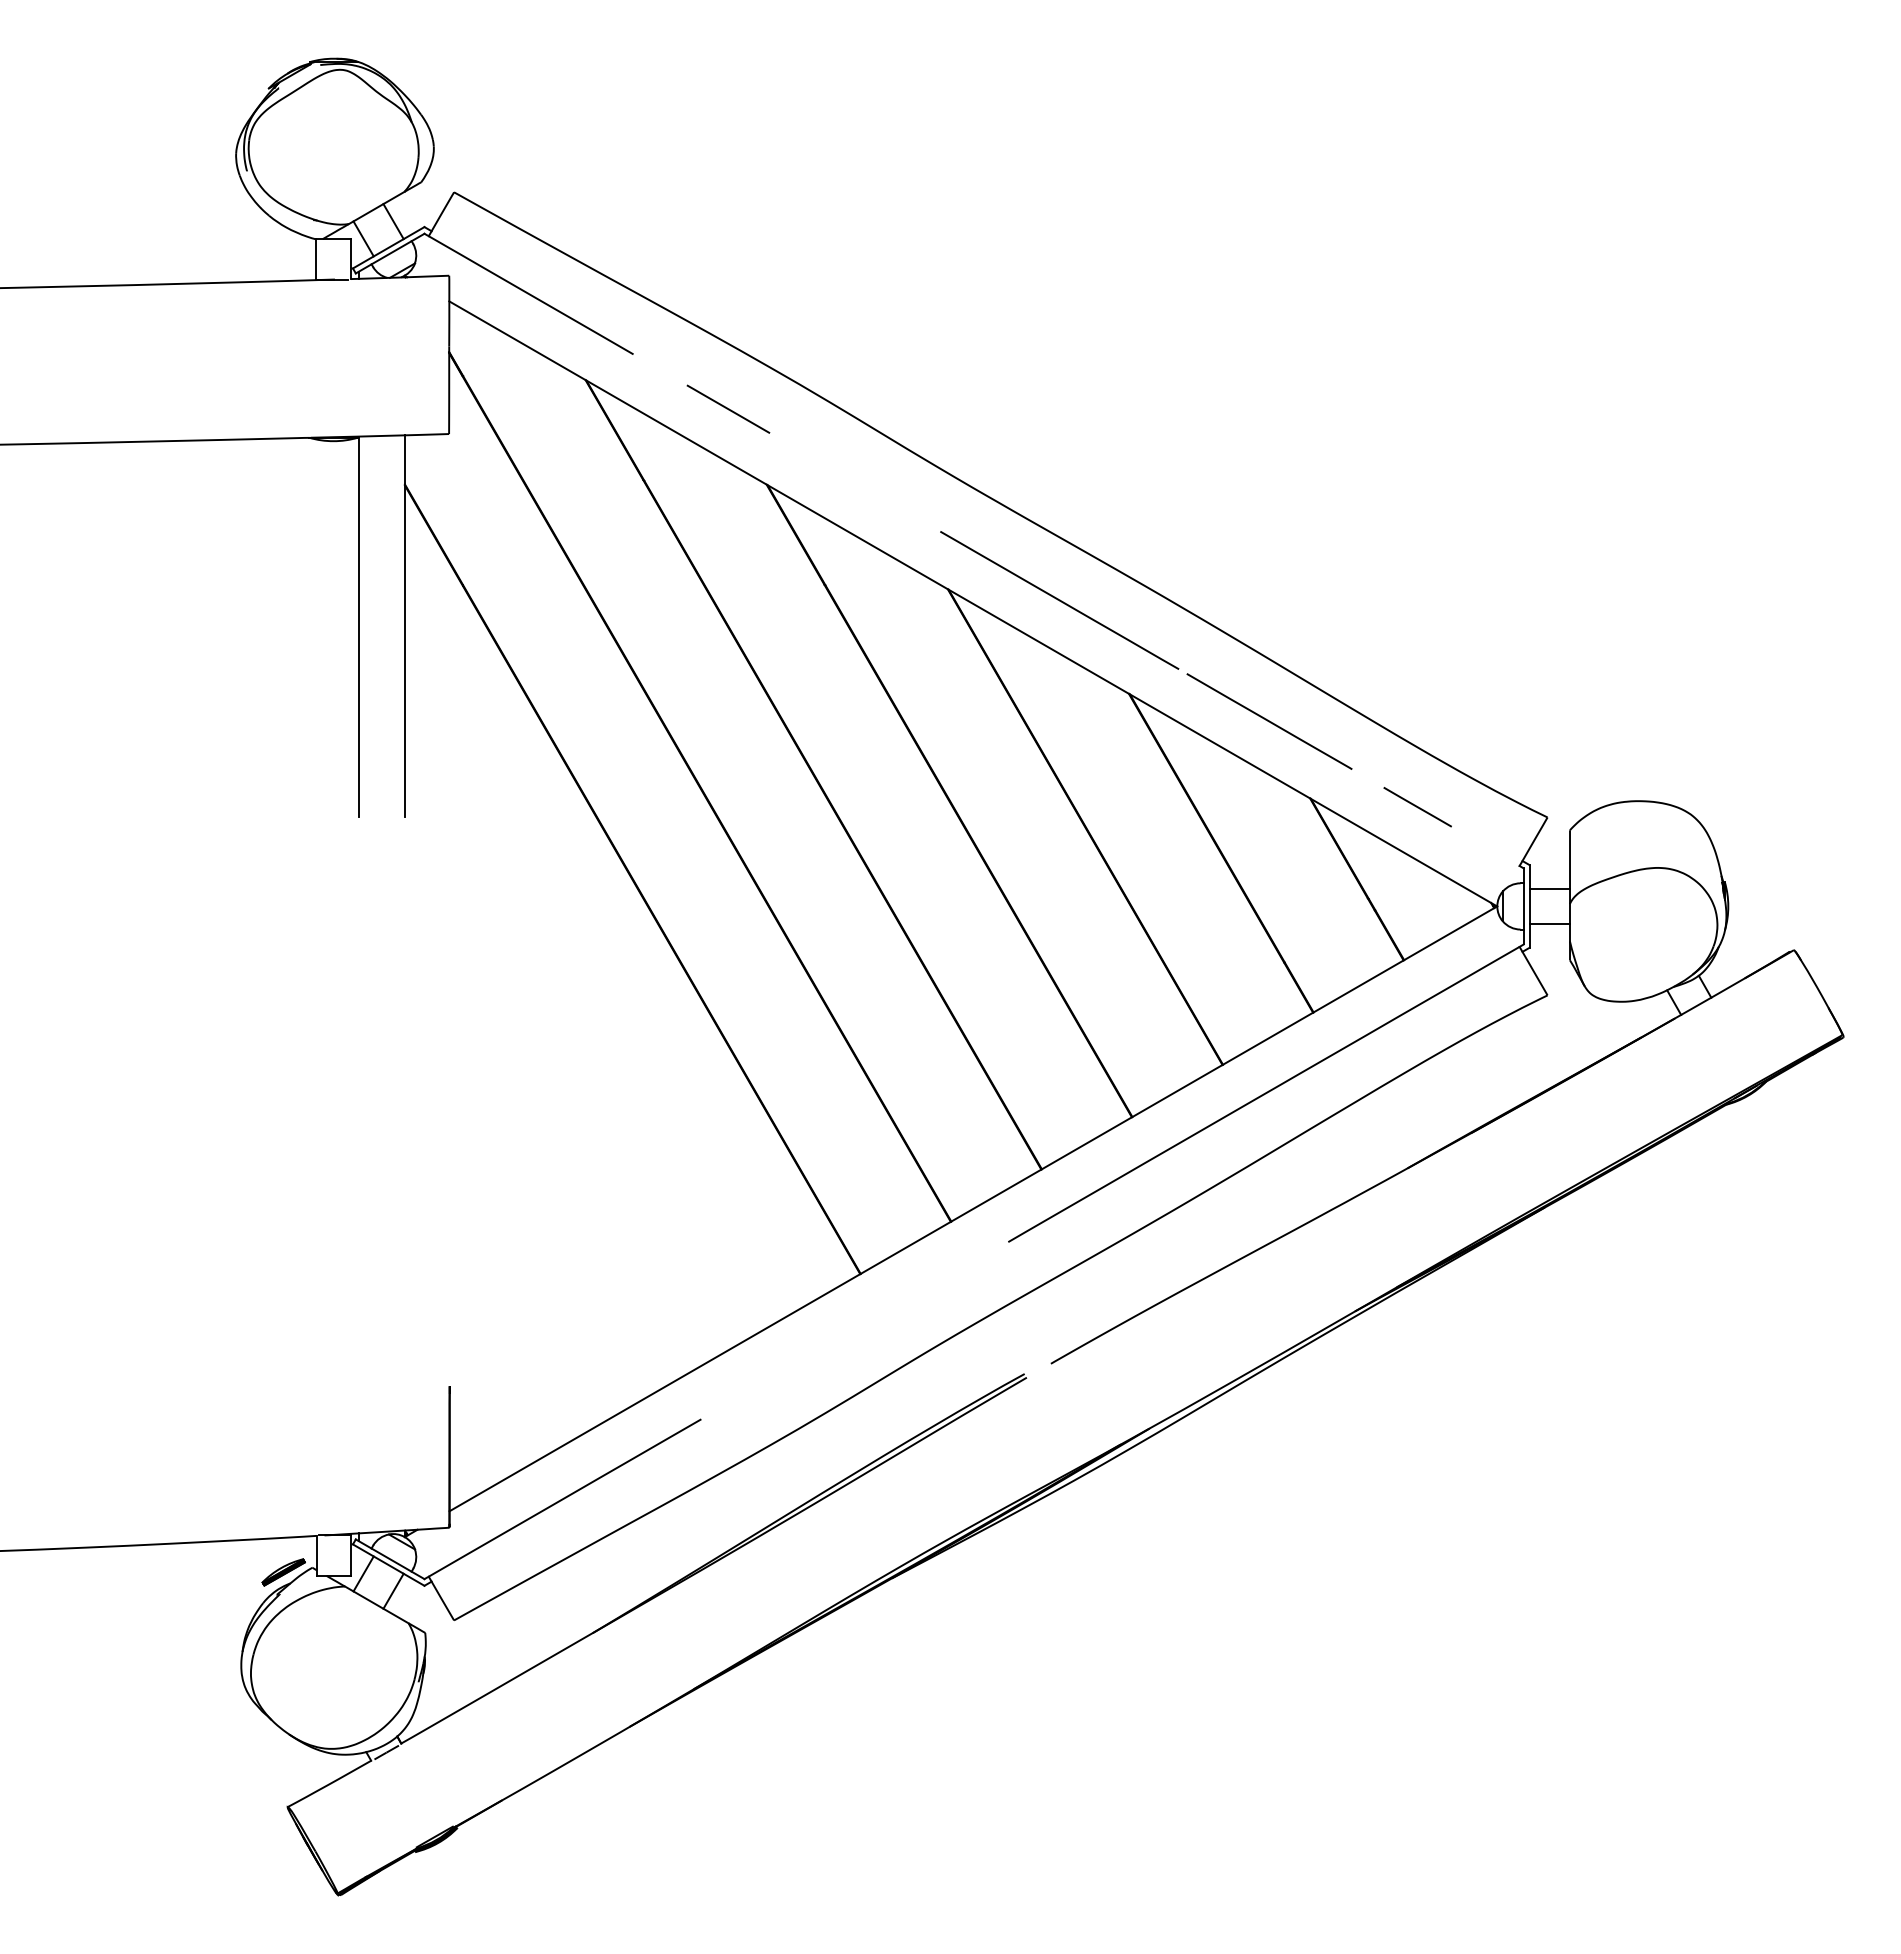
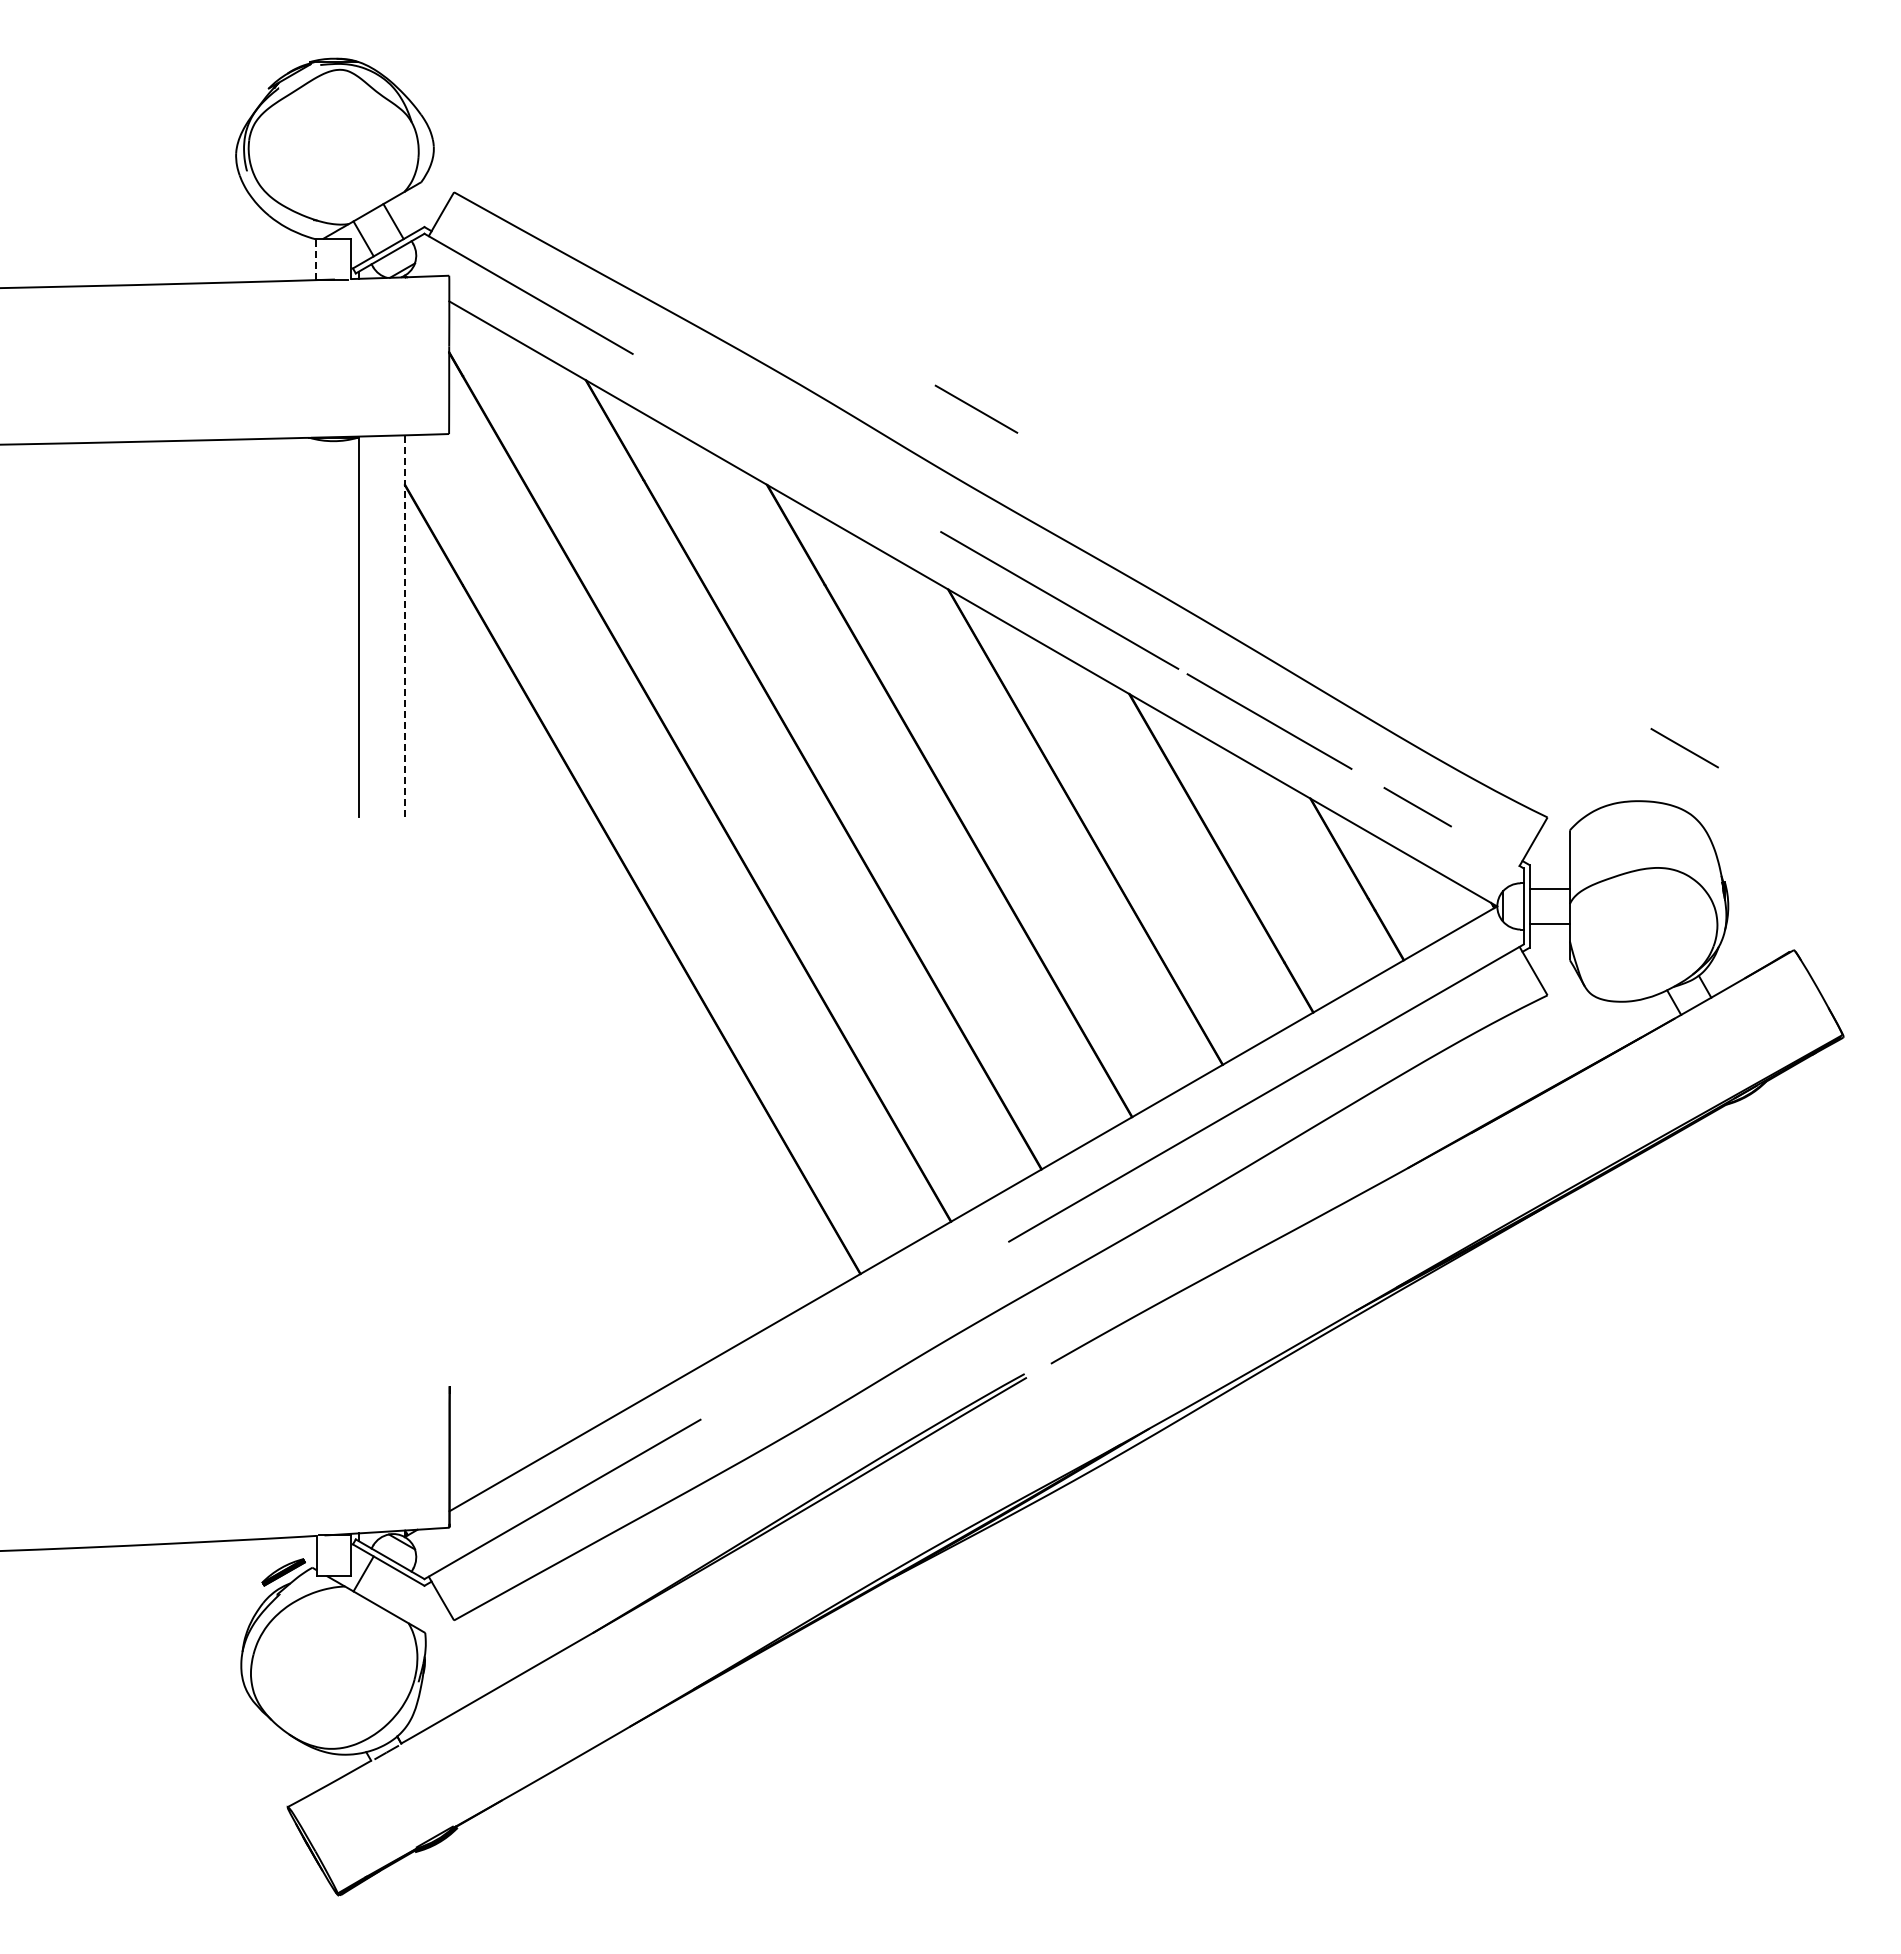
line at (316, 258): solid -> dashed
line at (728, 408) position: (728, 408) -> (976, 408)
line at (404, 625): solid -> dashed
line at (1684, 748): none -> present
line at (393, 1590): present -> none
